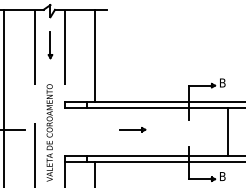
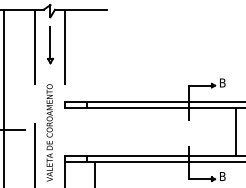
part at (50, 45) size: 7x29 px -> 7x39 px
line at (94, 55): present -> none
part at (132, 129): present -> none
line at (227, 131) position: (227, 131) -> (235, 131)
